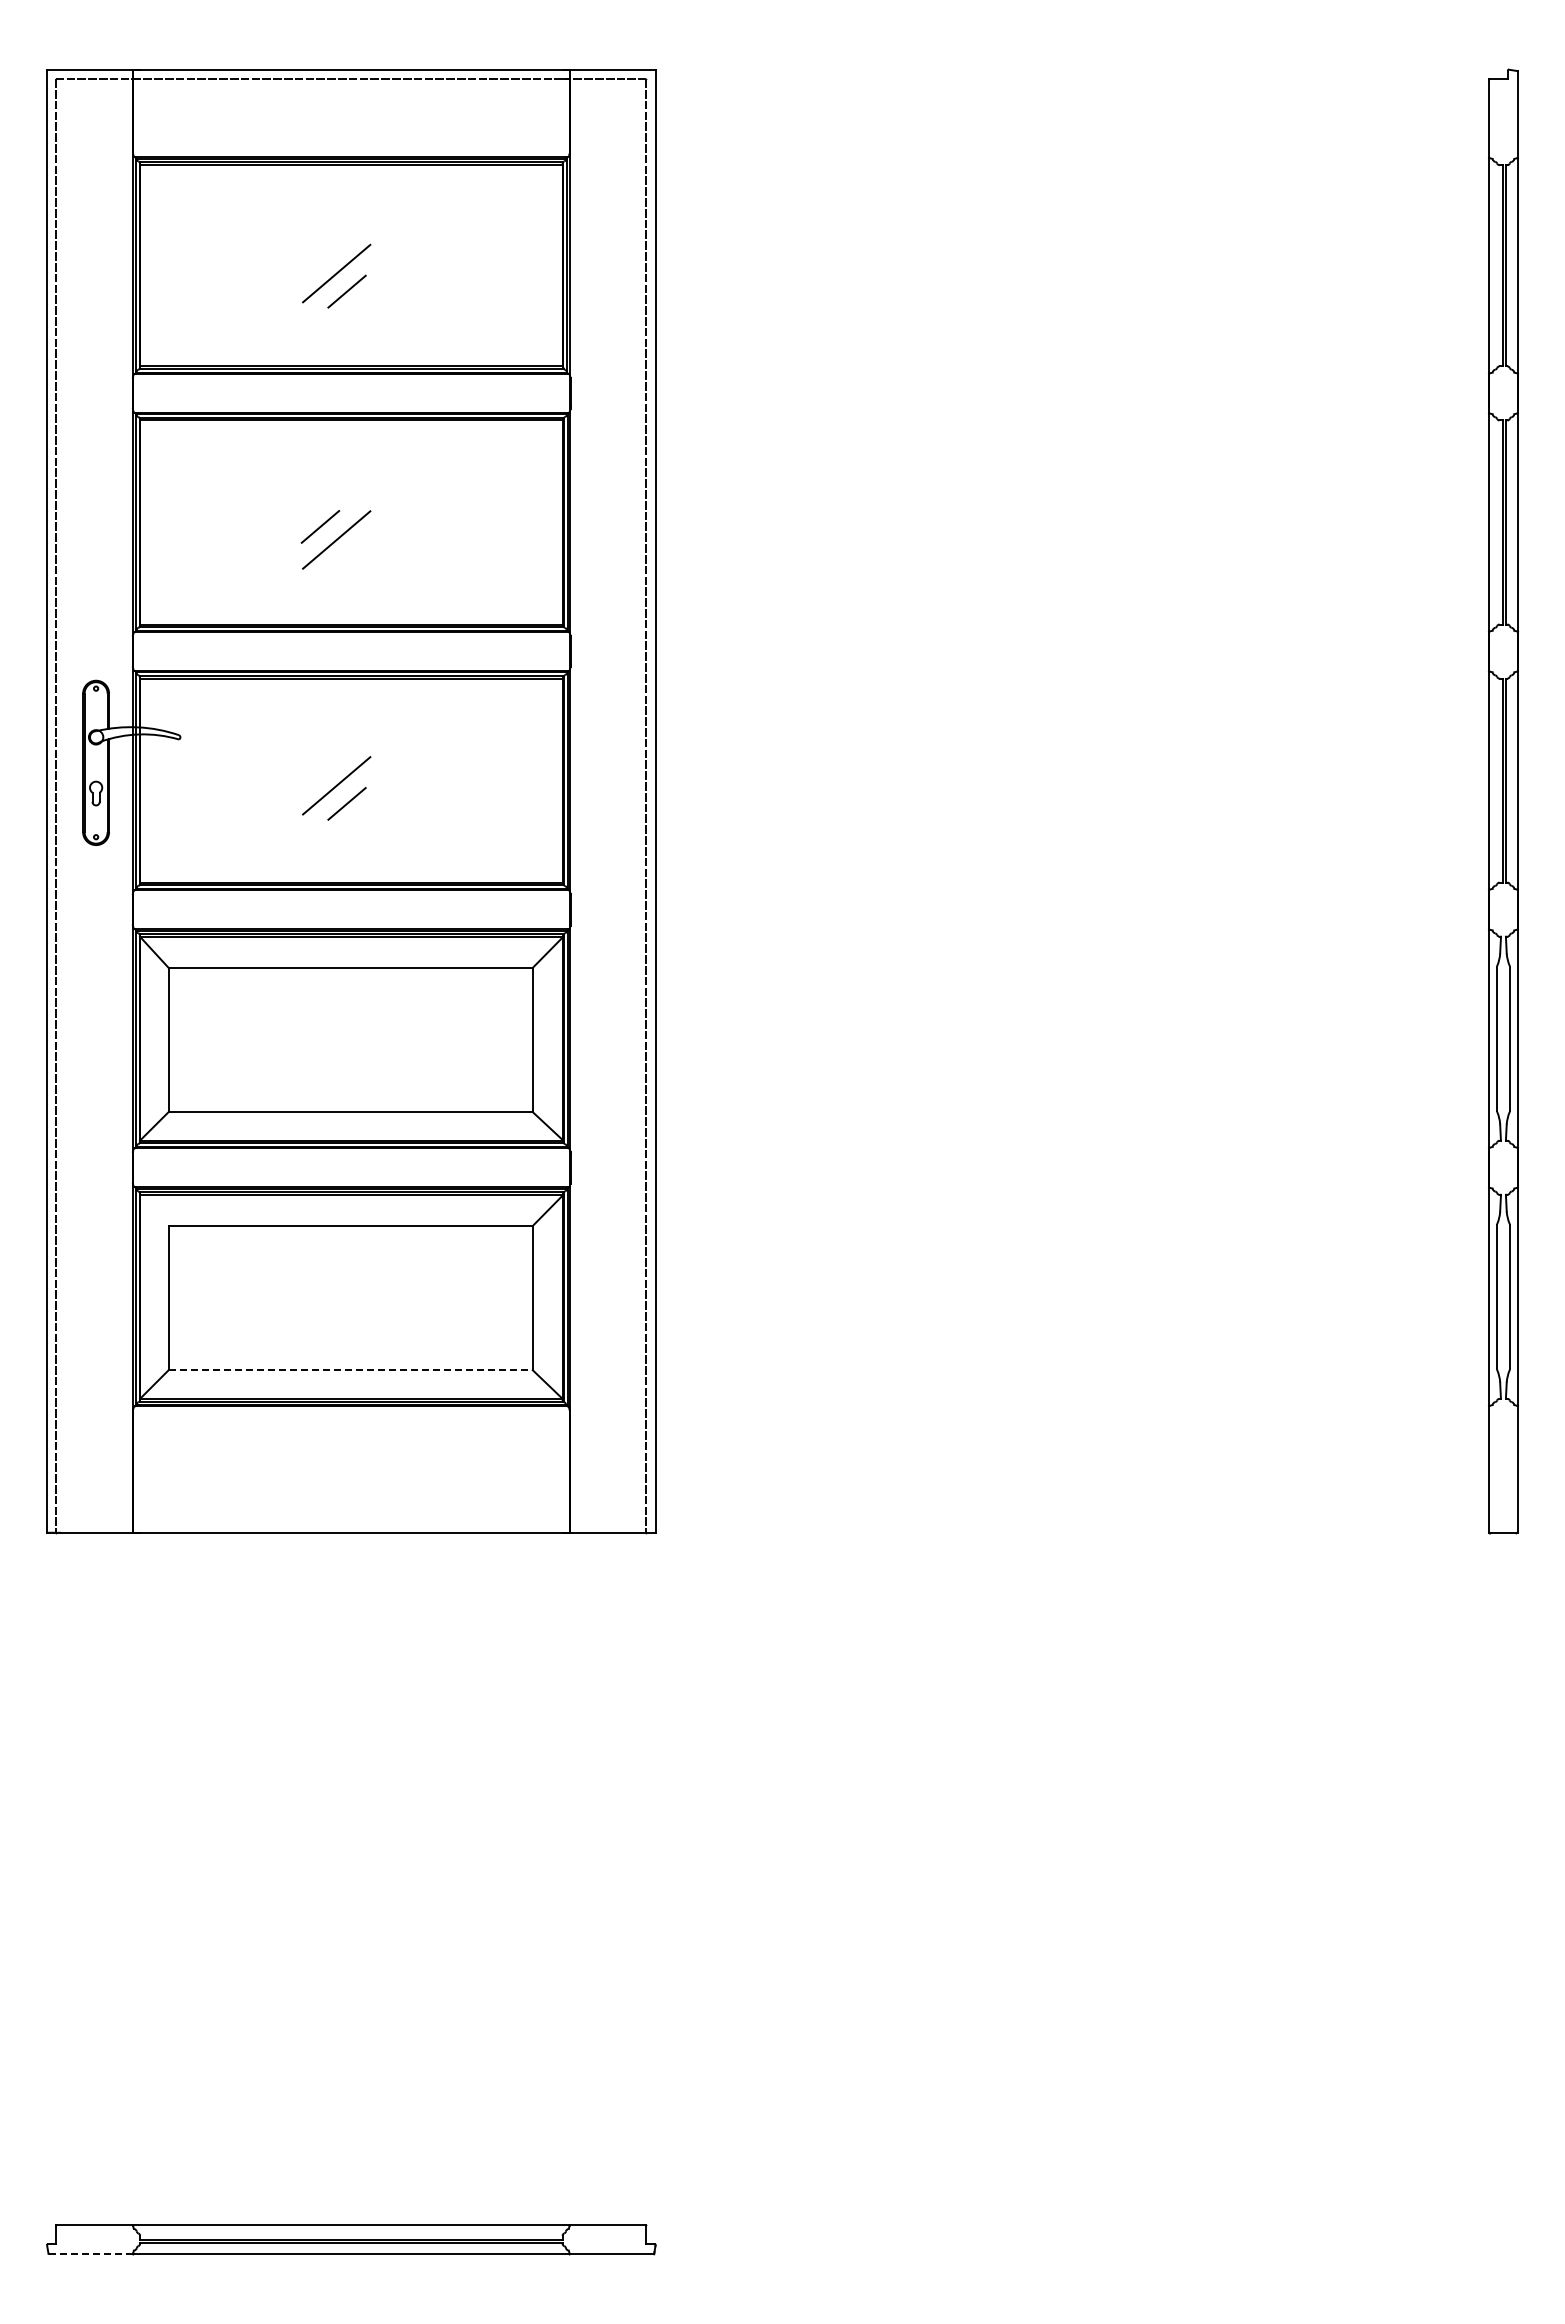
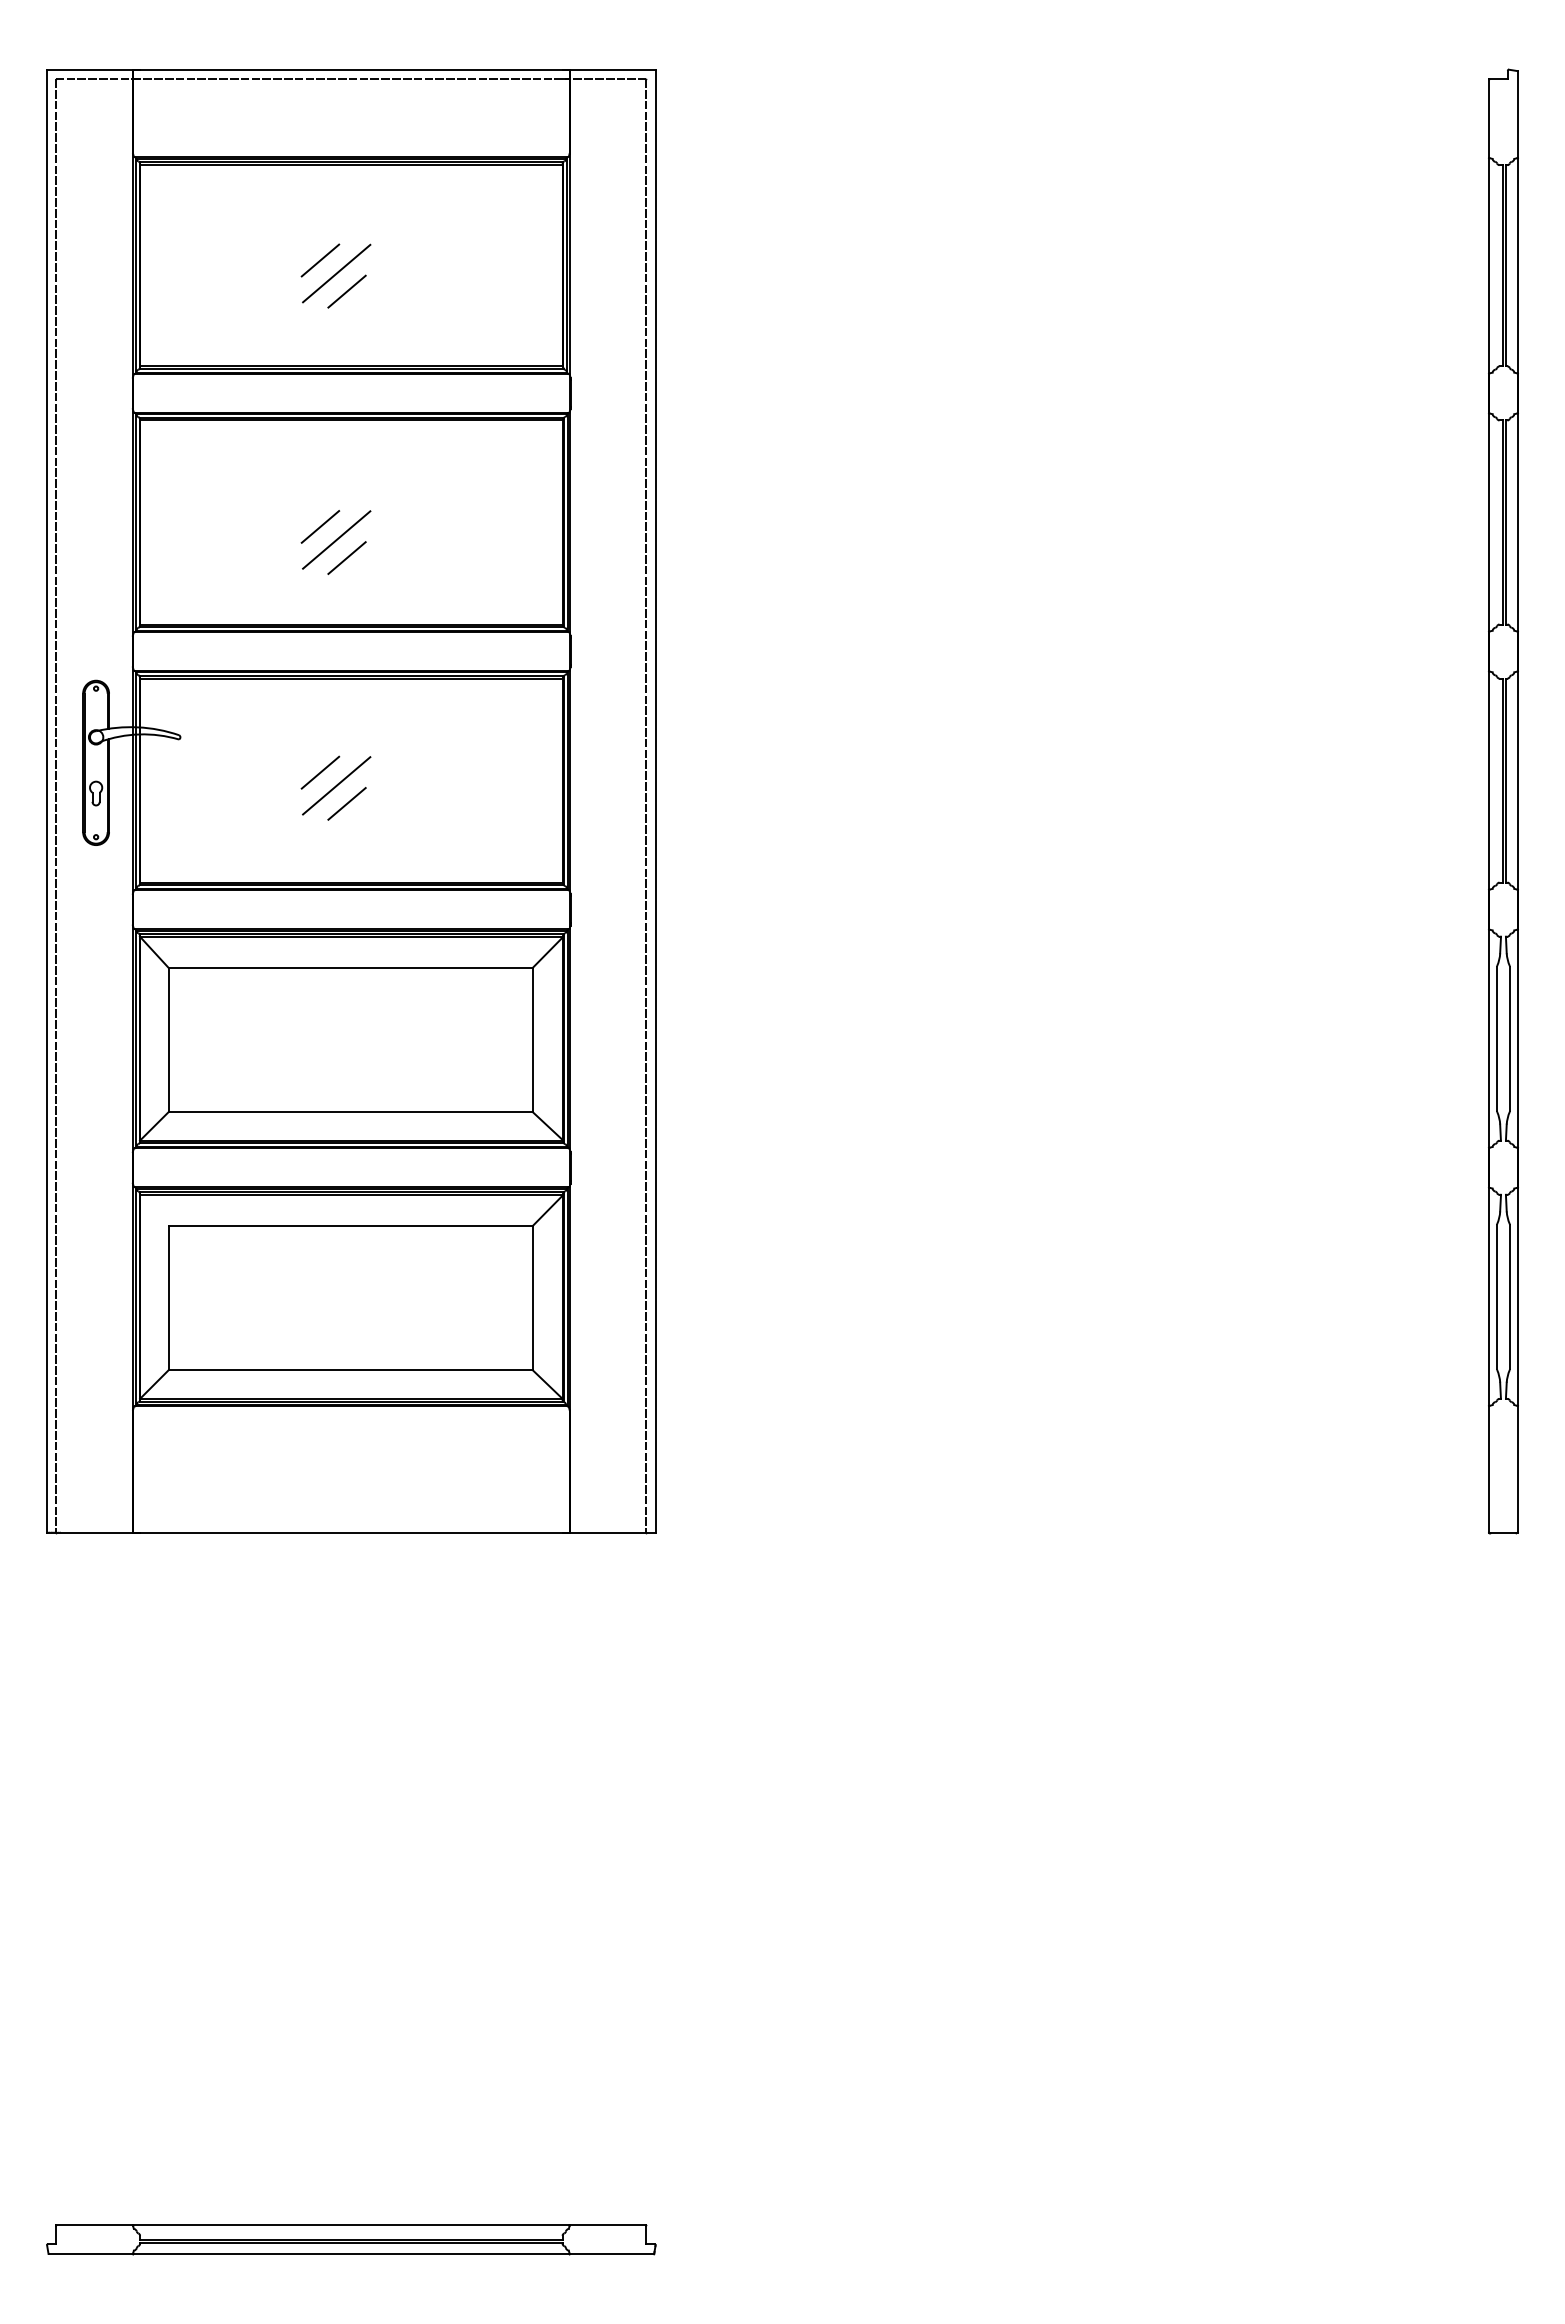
line at (320, 260): none -> present
line at (346, 557): none -> present
line at (320, 772): none -> present
line at (351, 1370): dashed -> solid
line at (90, 2254): dashed -> solid
